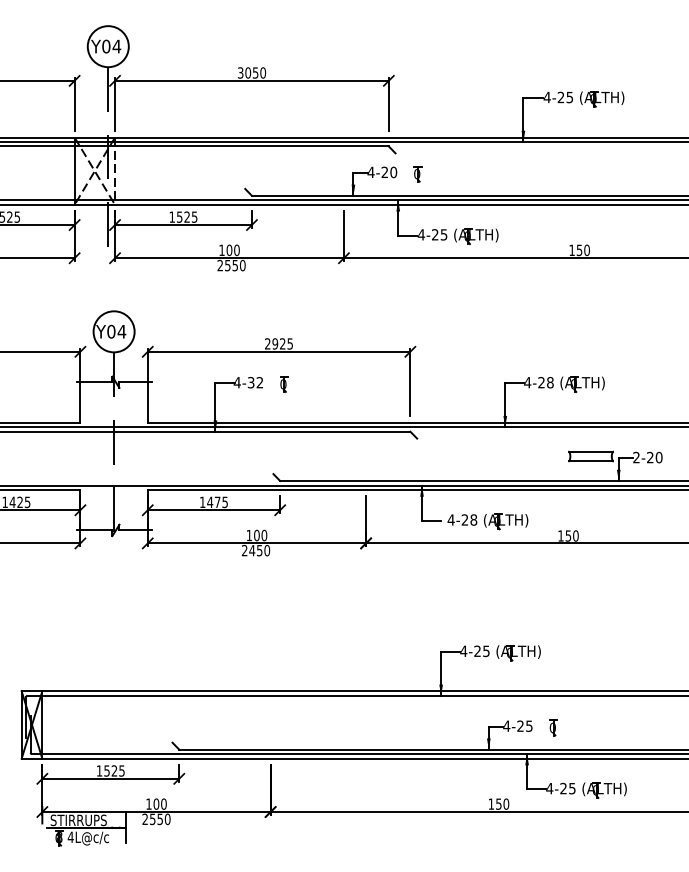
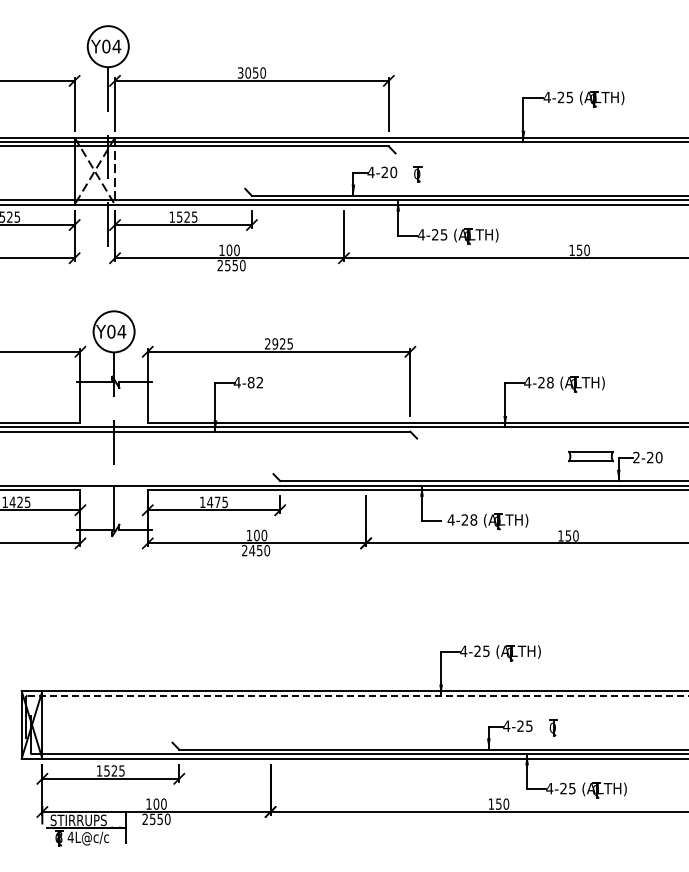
text at (250, 382): 4-32 -> 4-82
part at (284, 384): present -> none
line at (358, 695): solid -> dashed
